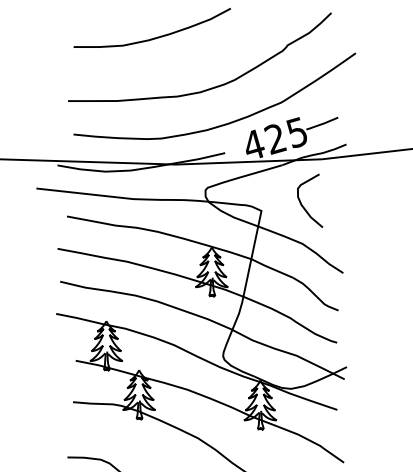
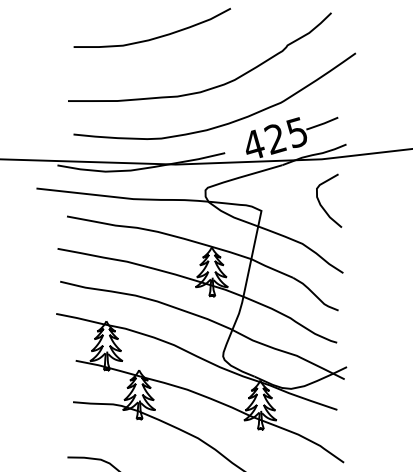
curve at (303, 205) position: (303, 205) -> (322, 205)
